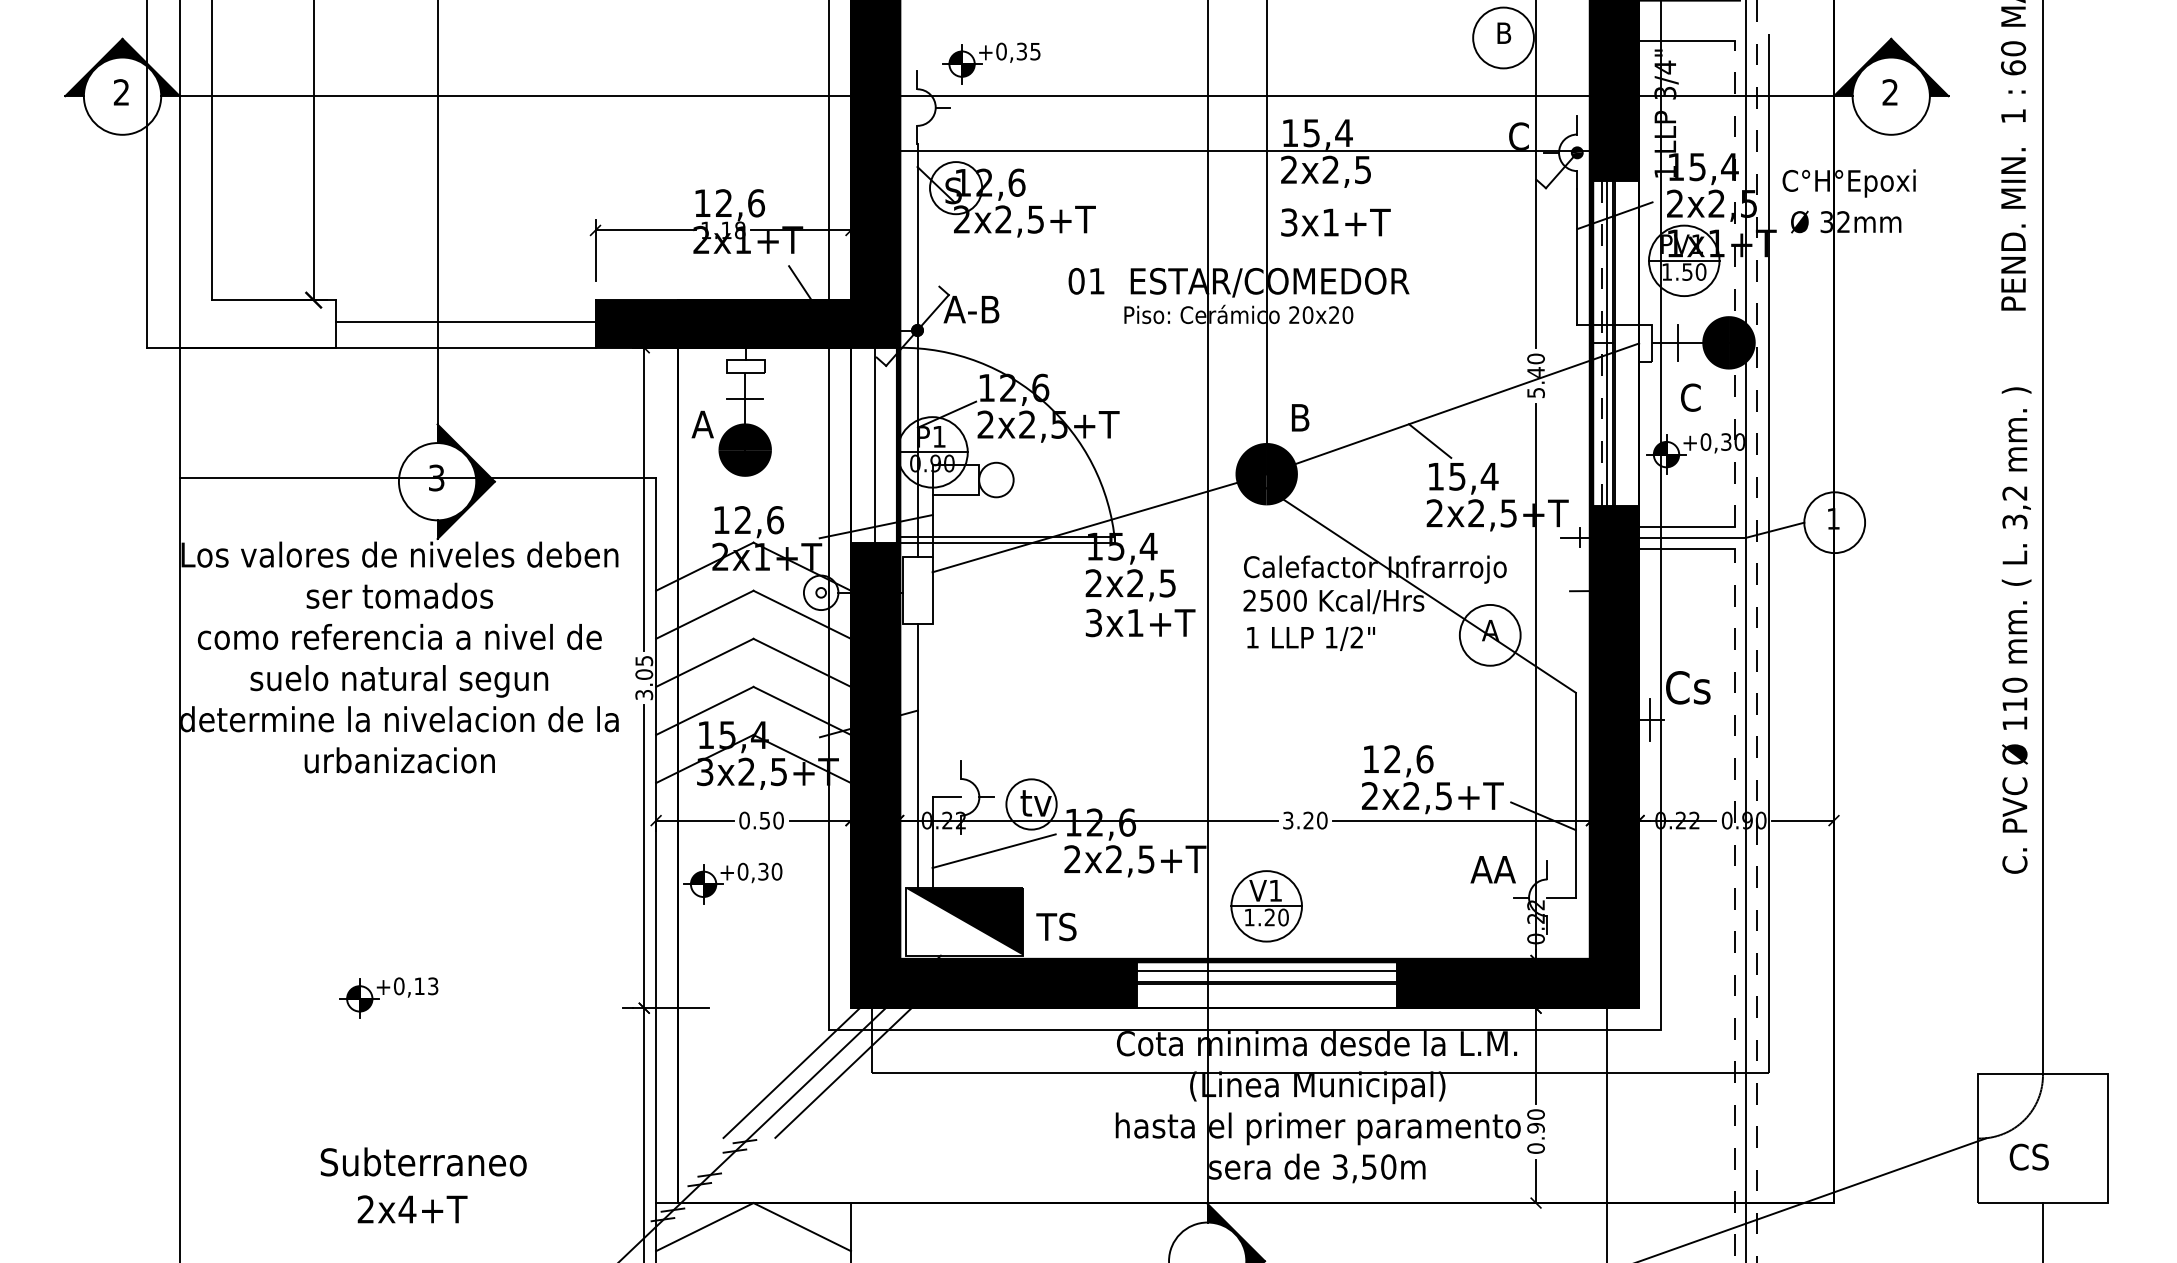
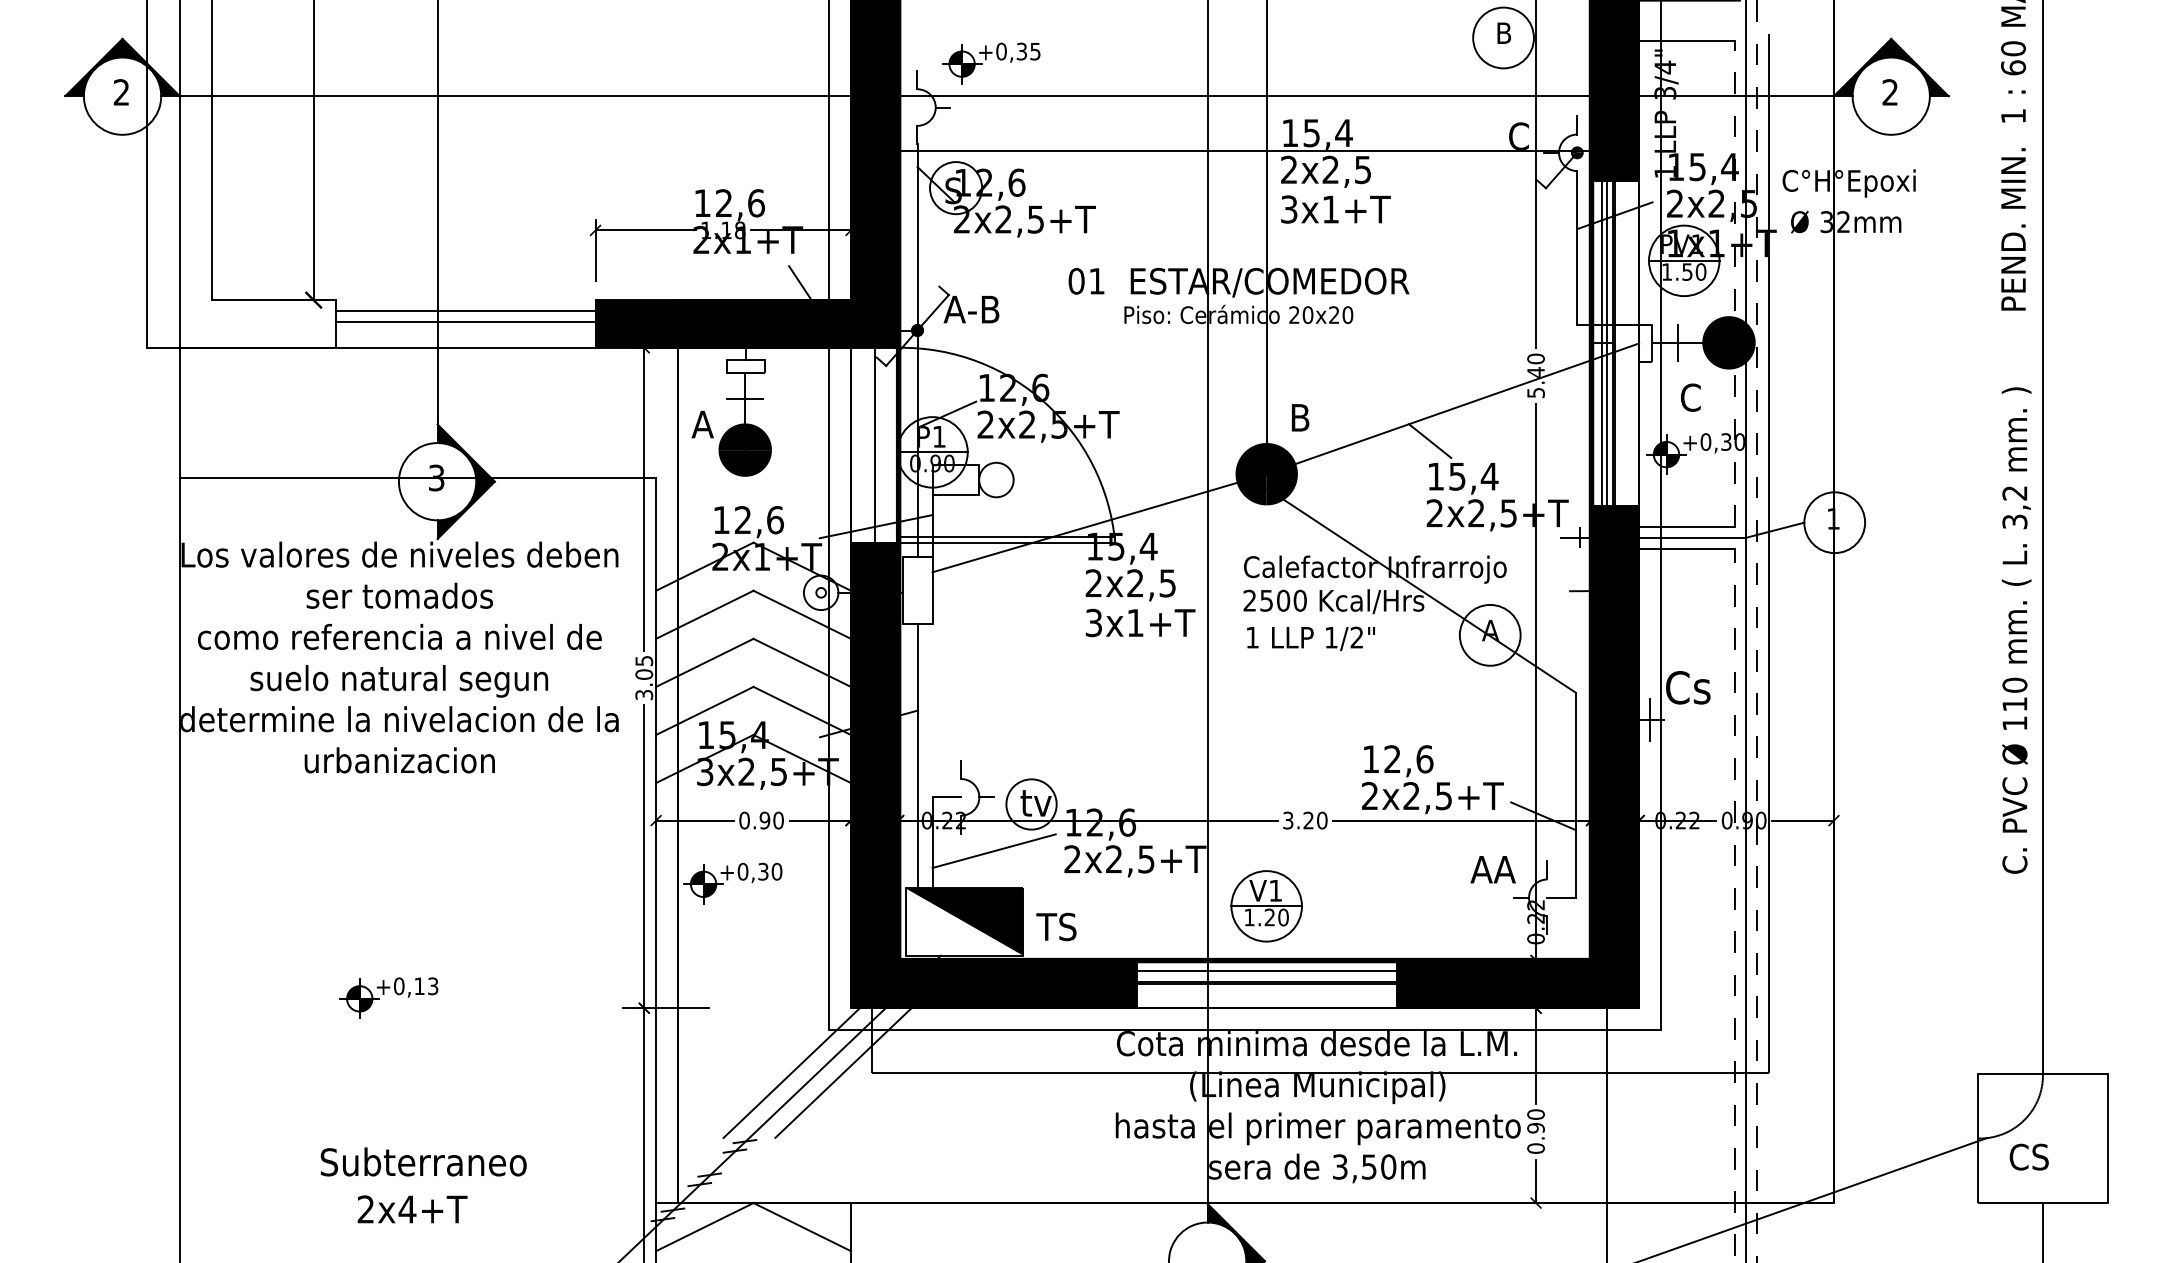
text at (1335, 222) position: (1335, 222) -> (1335, 209)
line at (465, 311): none -> present
line at (1602, 342): dashed -> solid
text at (764, 820): 0.50 -> 0.90
